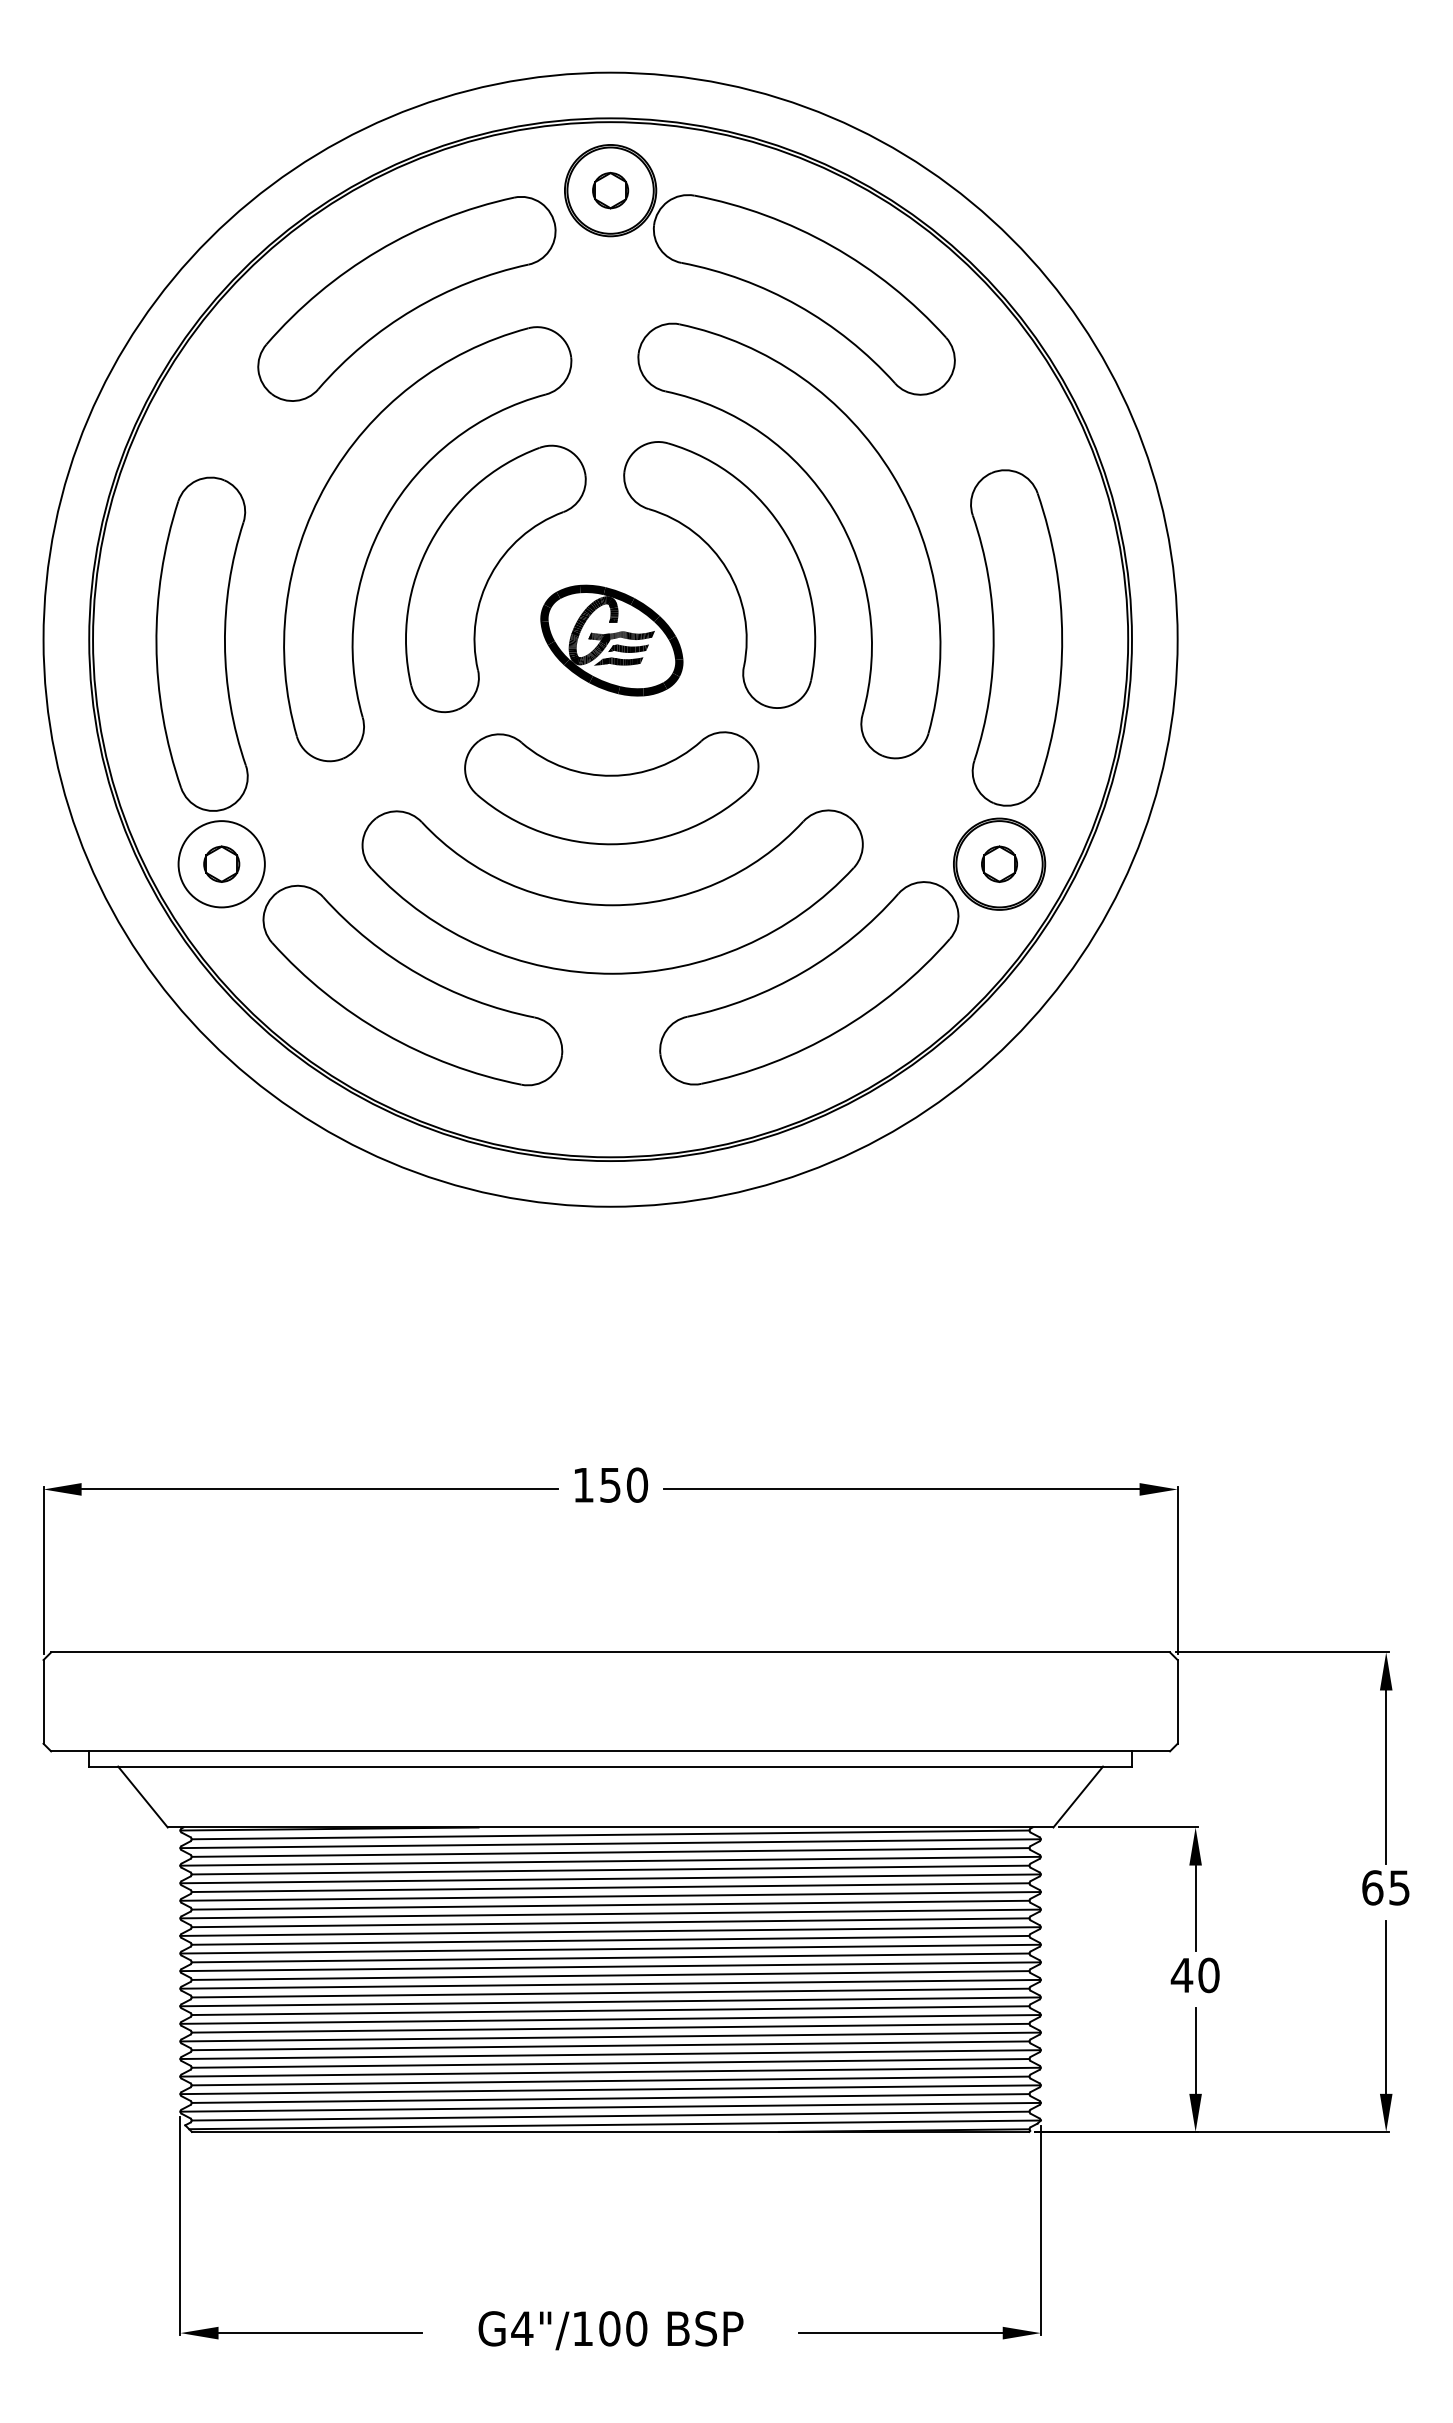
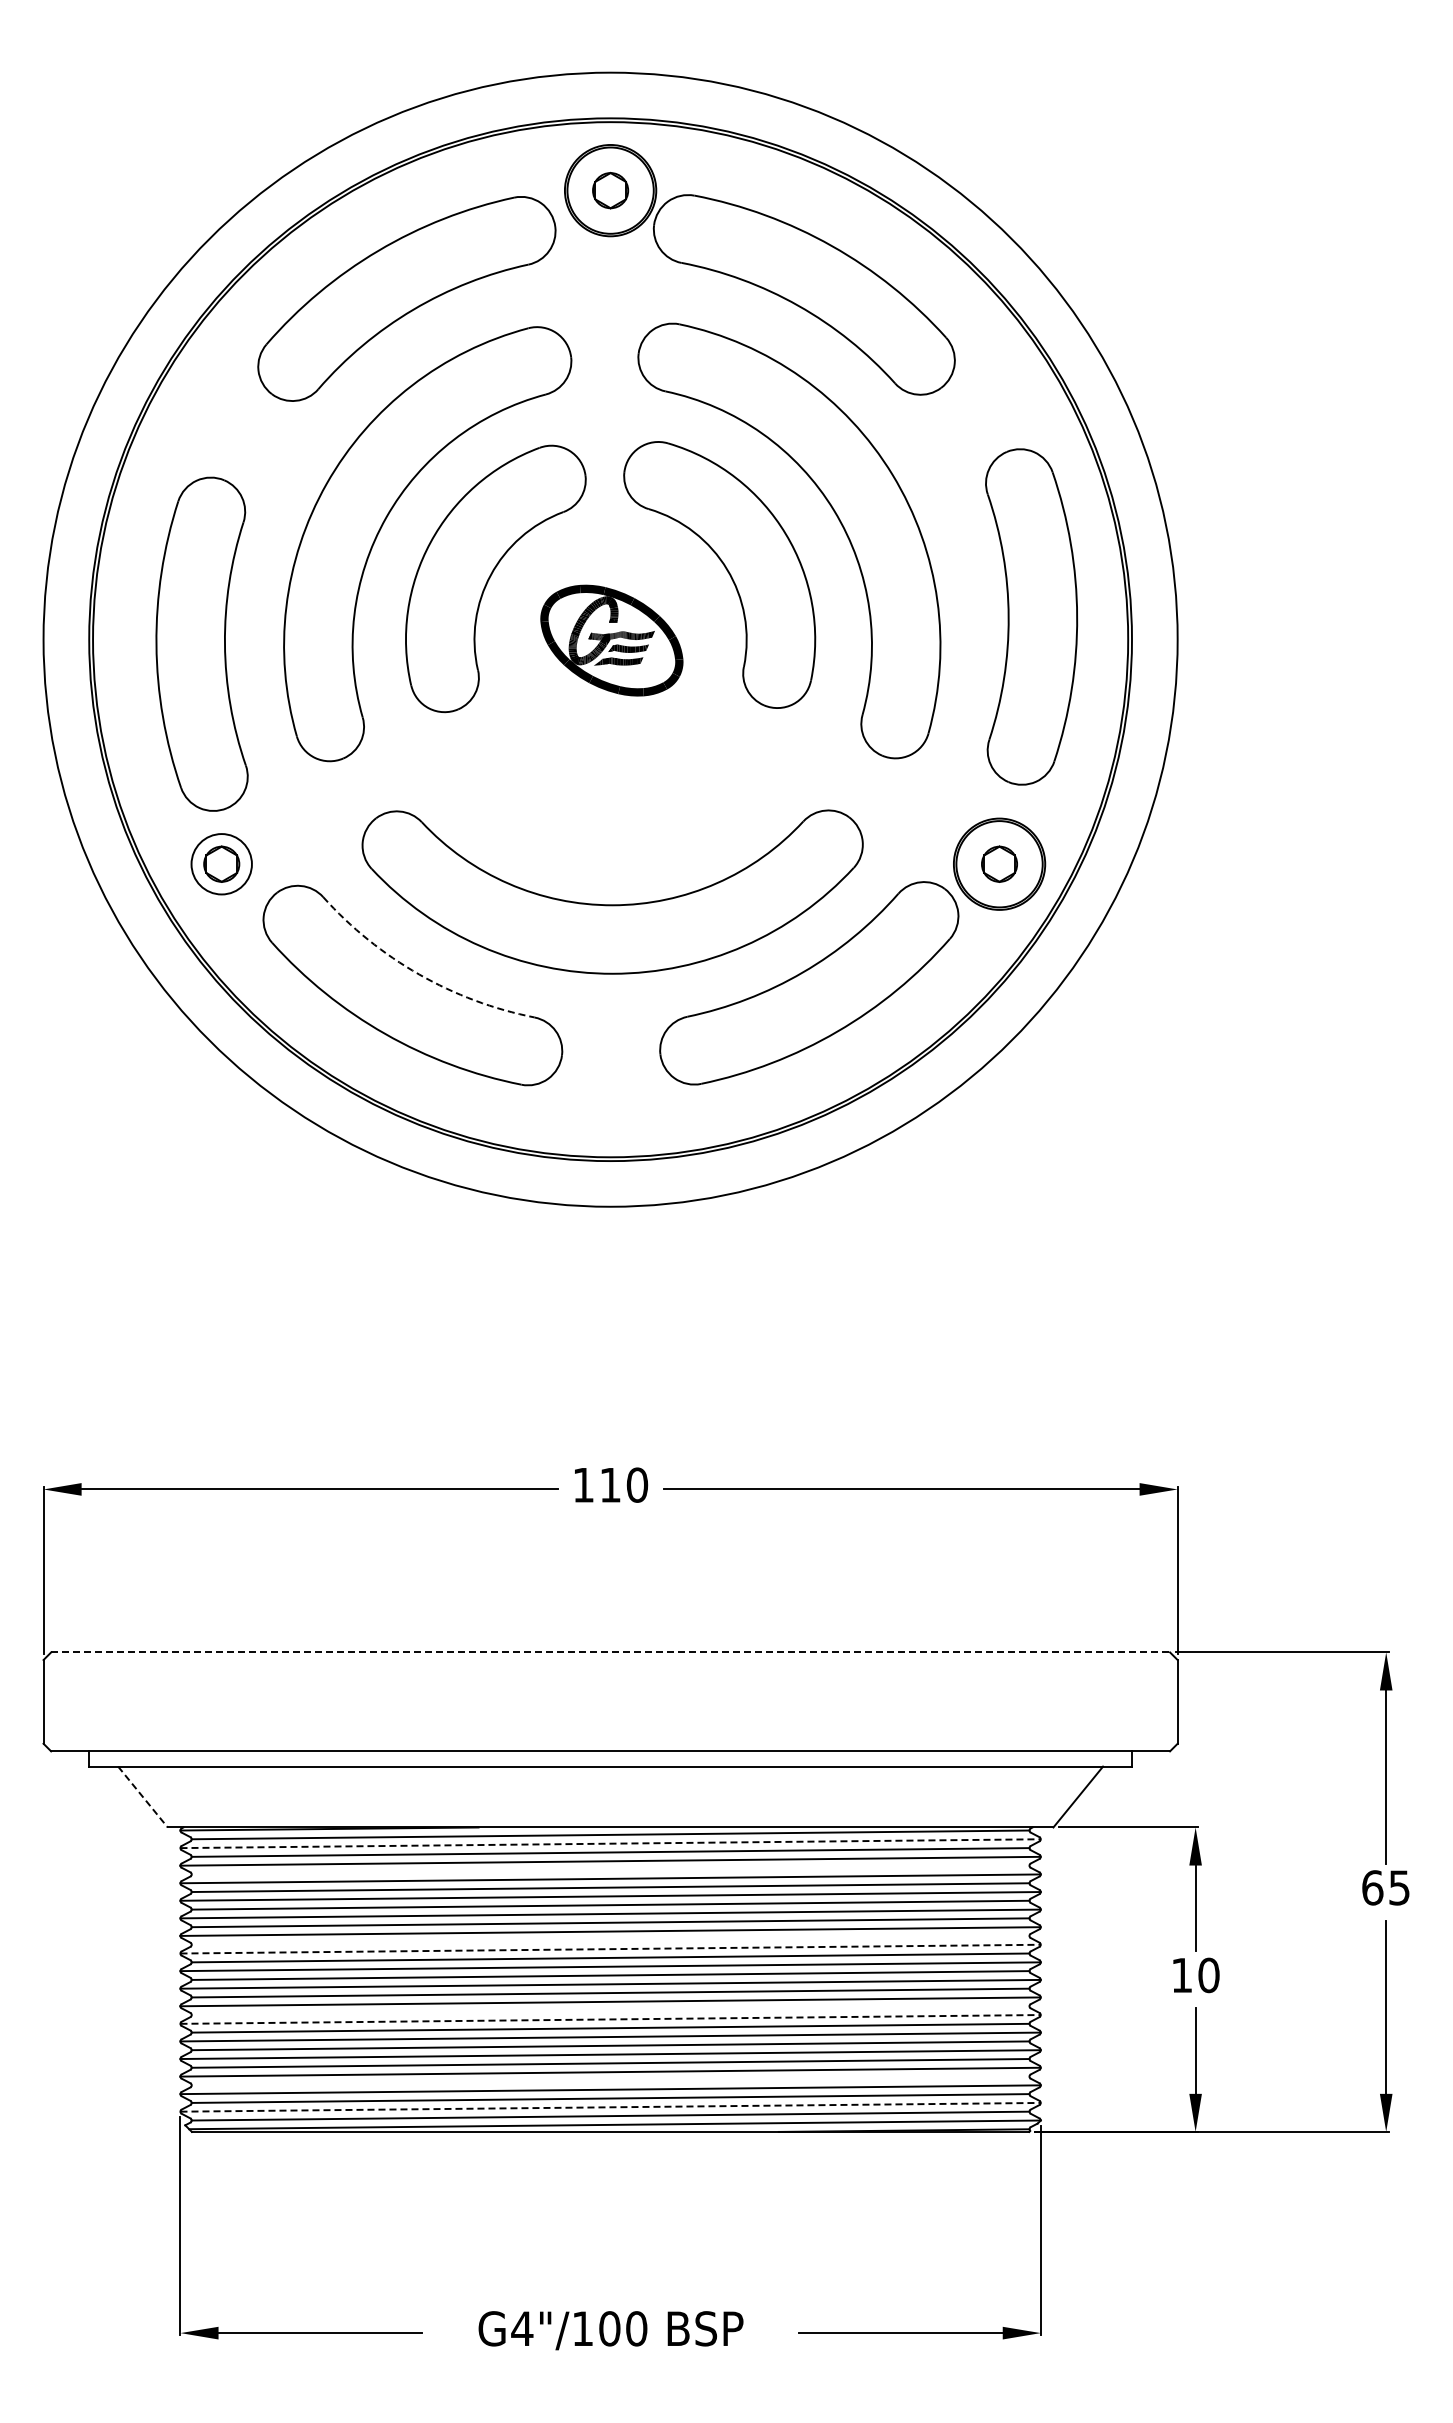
part at (1016, 637) position: (1016, 637) -> (1031, 616)
part at (611, 788): present -> none
circle at (221, 864) diameter: 86 px -> 60 px
arc at (419, 974): solid -> dashed
text at (610, 1485): 150 -> 110
line at (611, 1652): solid -> dashed
line at (143, 1797): solid -> dashed
line at (611, 1843): solid -> dashed
line at (610, 1869): present -> none
line at (610, 1939): present -> none
line at (611, 1949): solid -> dashed
text at (1181, 1975): 40 -> 10
line at (610, 2010): present -> none
line at (611, 2019): solid -> dashed
line at (610, 2080): present -> none
line at (611, 2107): solid -> dashed
